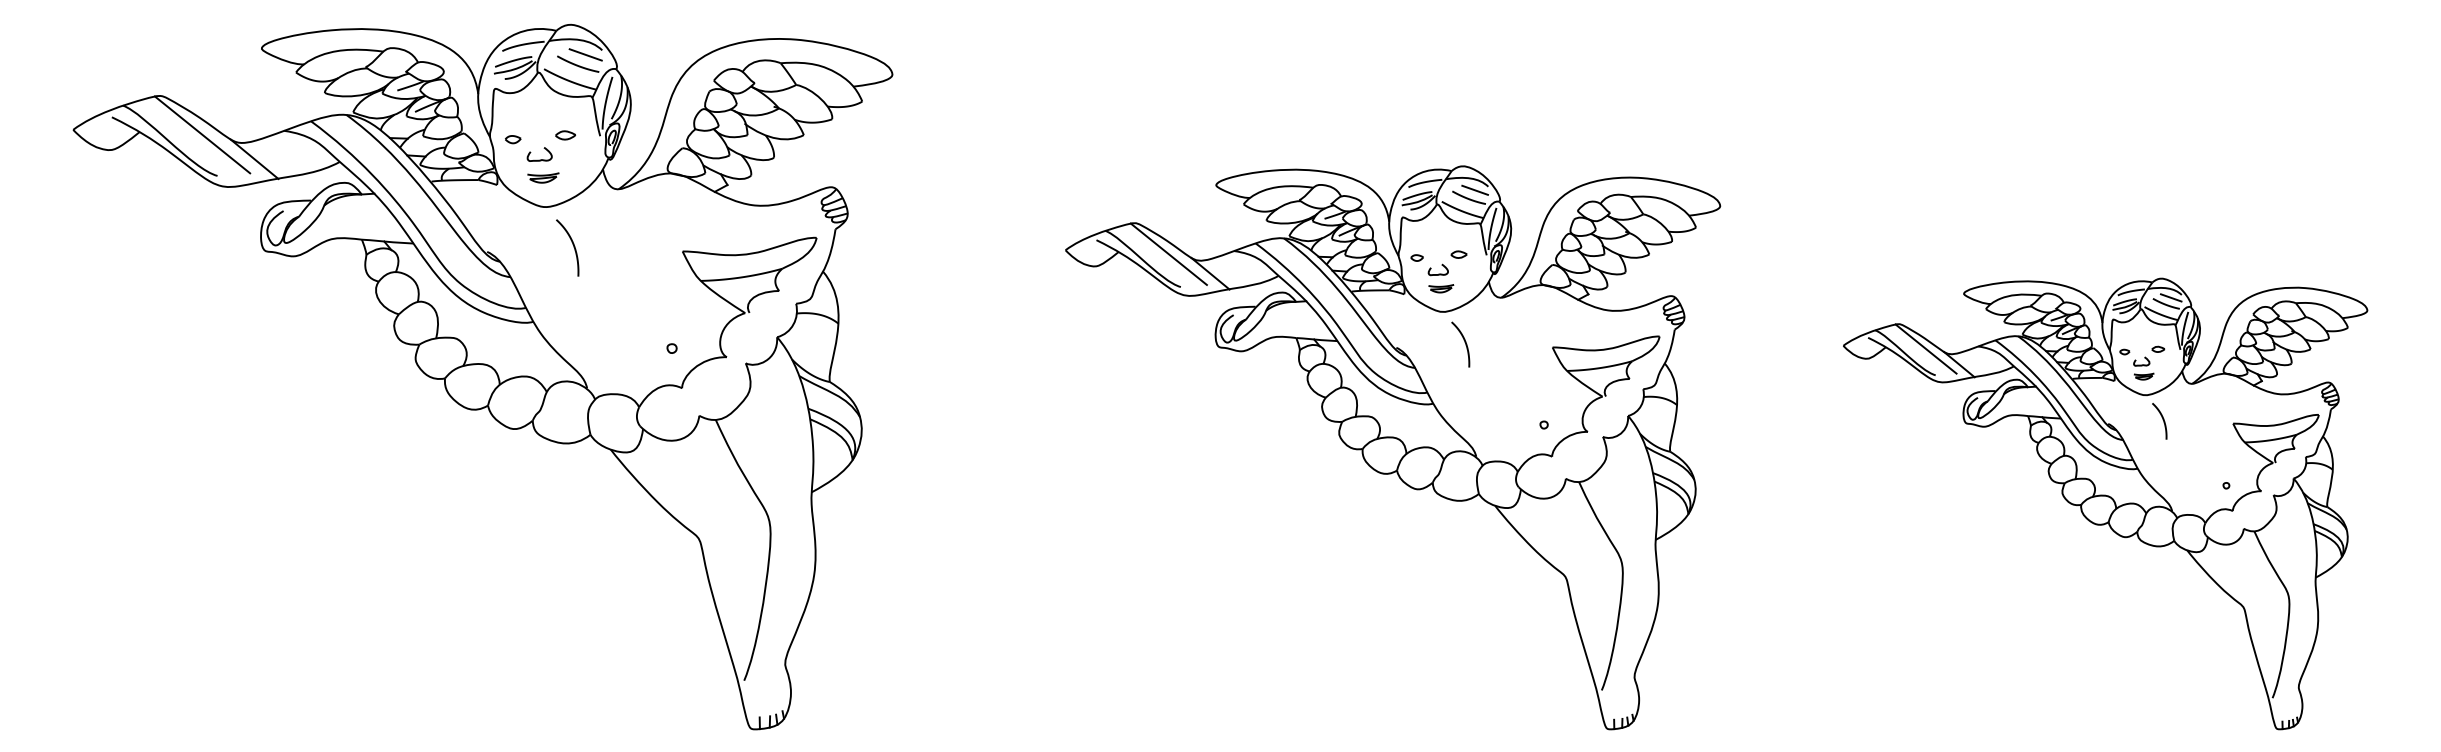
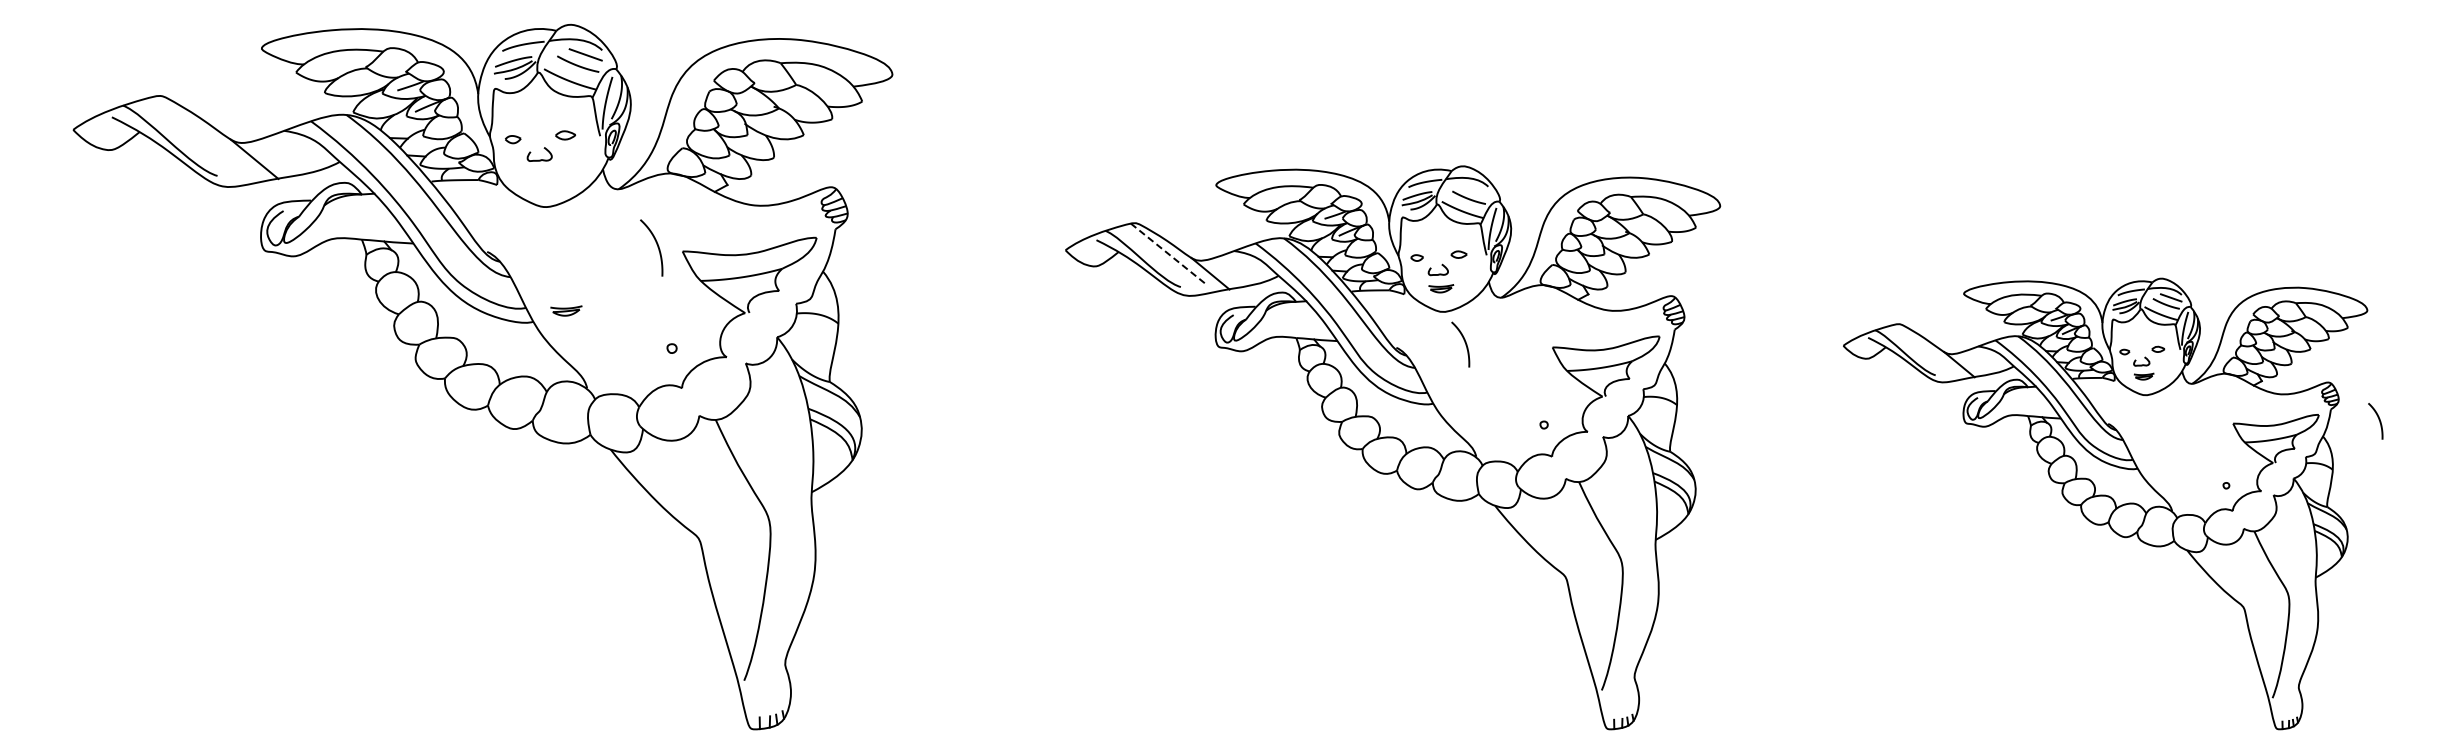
line at (202, 134): present -> none
part at (543, 177) position: (543, 177) -> (566, 310)
line at (1474, 189): present -> none
curve at (572, 244) position: (572, 244) -> (656, 244)
line at (1168, 254): solid -> dashed
line at (1925, 348): present -> none
curve at (2162, 419) position: (2162, 419) -> (2378, 419)
